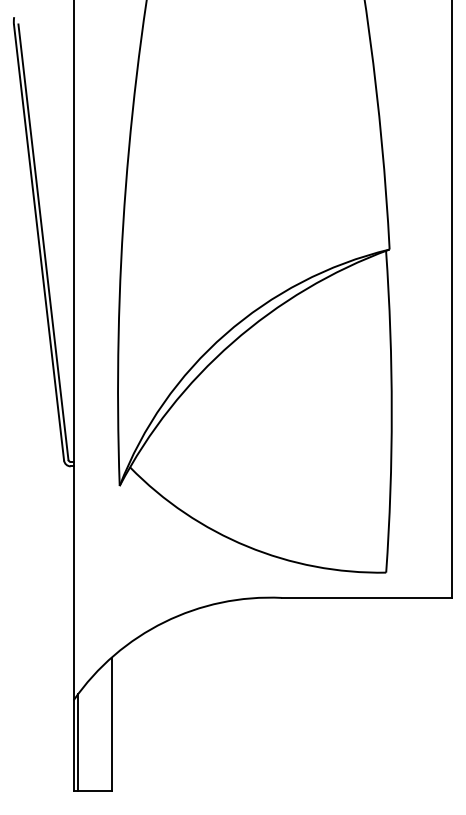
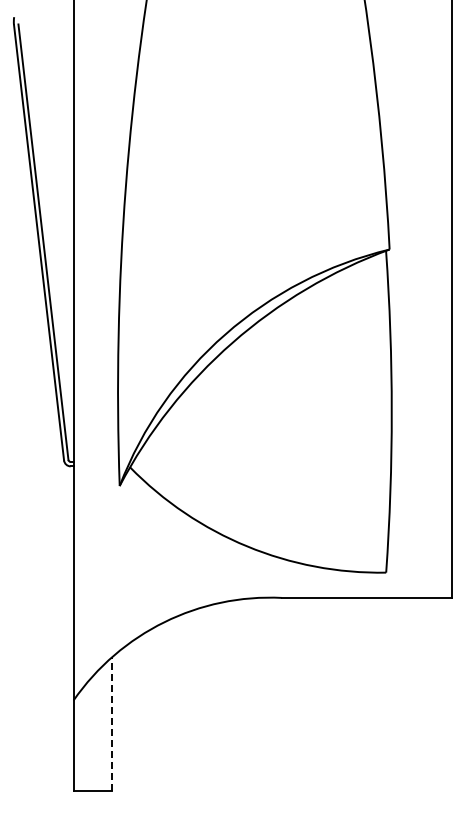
line at (111, 723): solid -> dashed
line at (78, 742): present -> none
